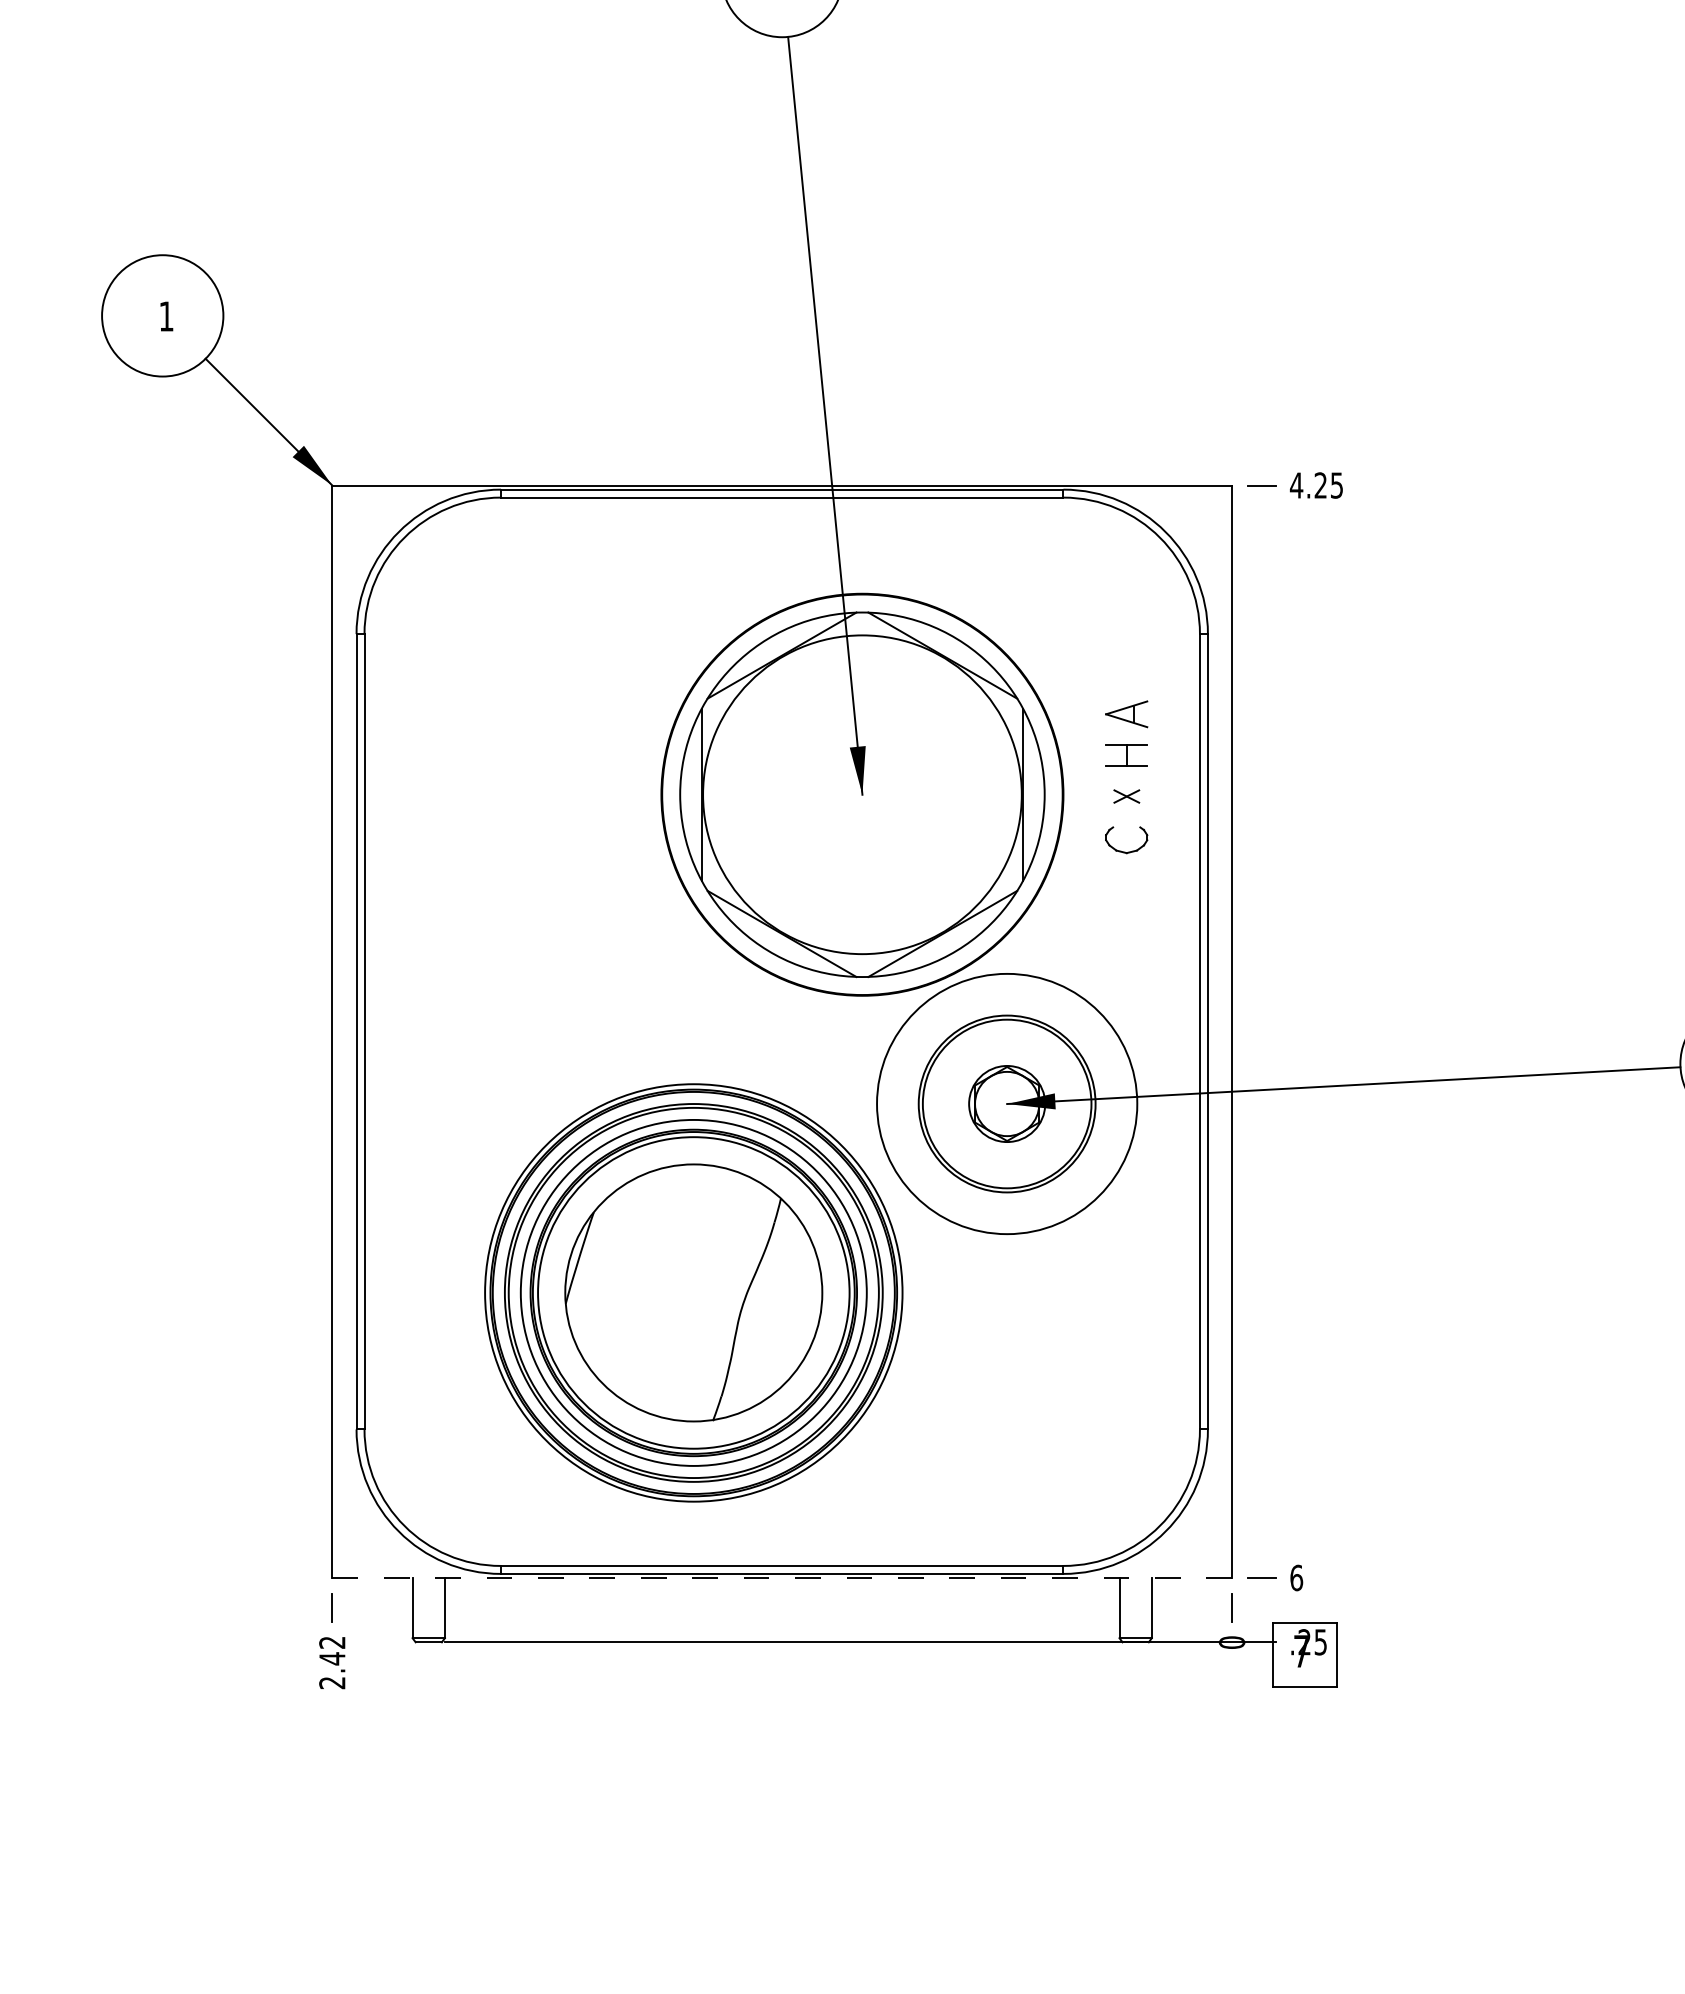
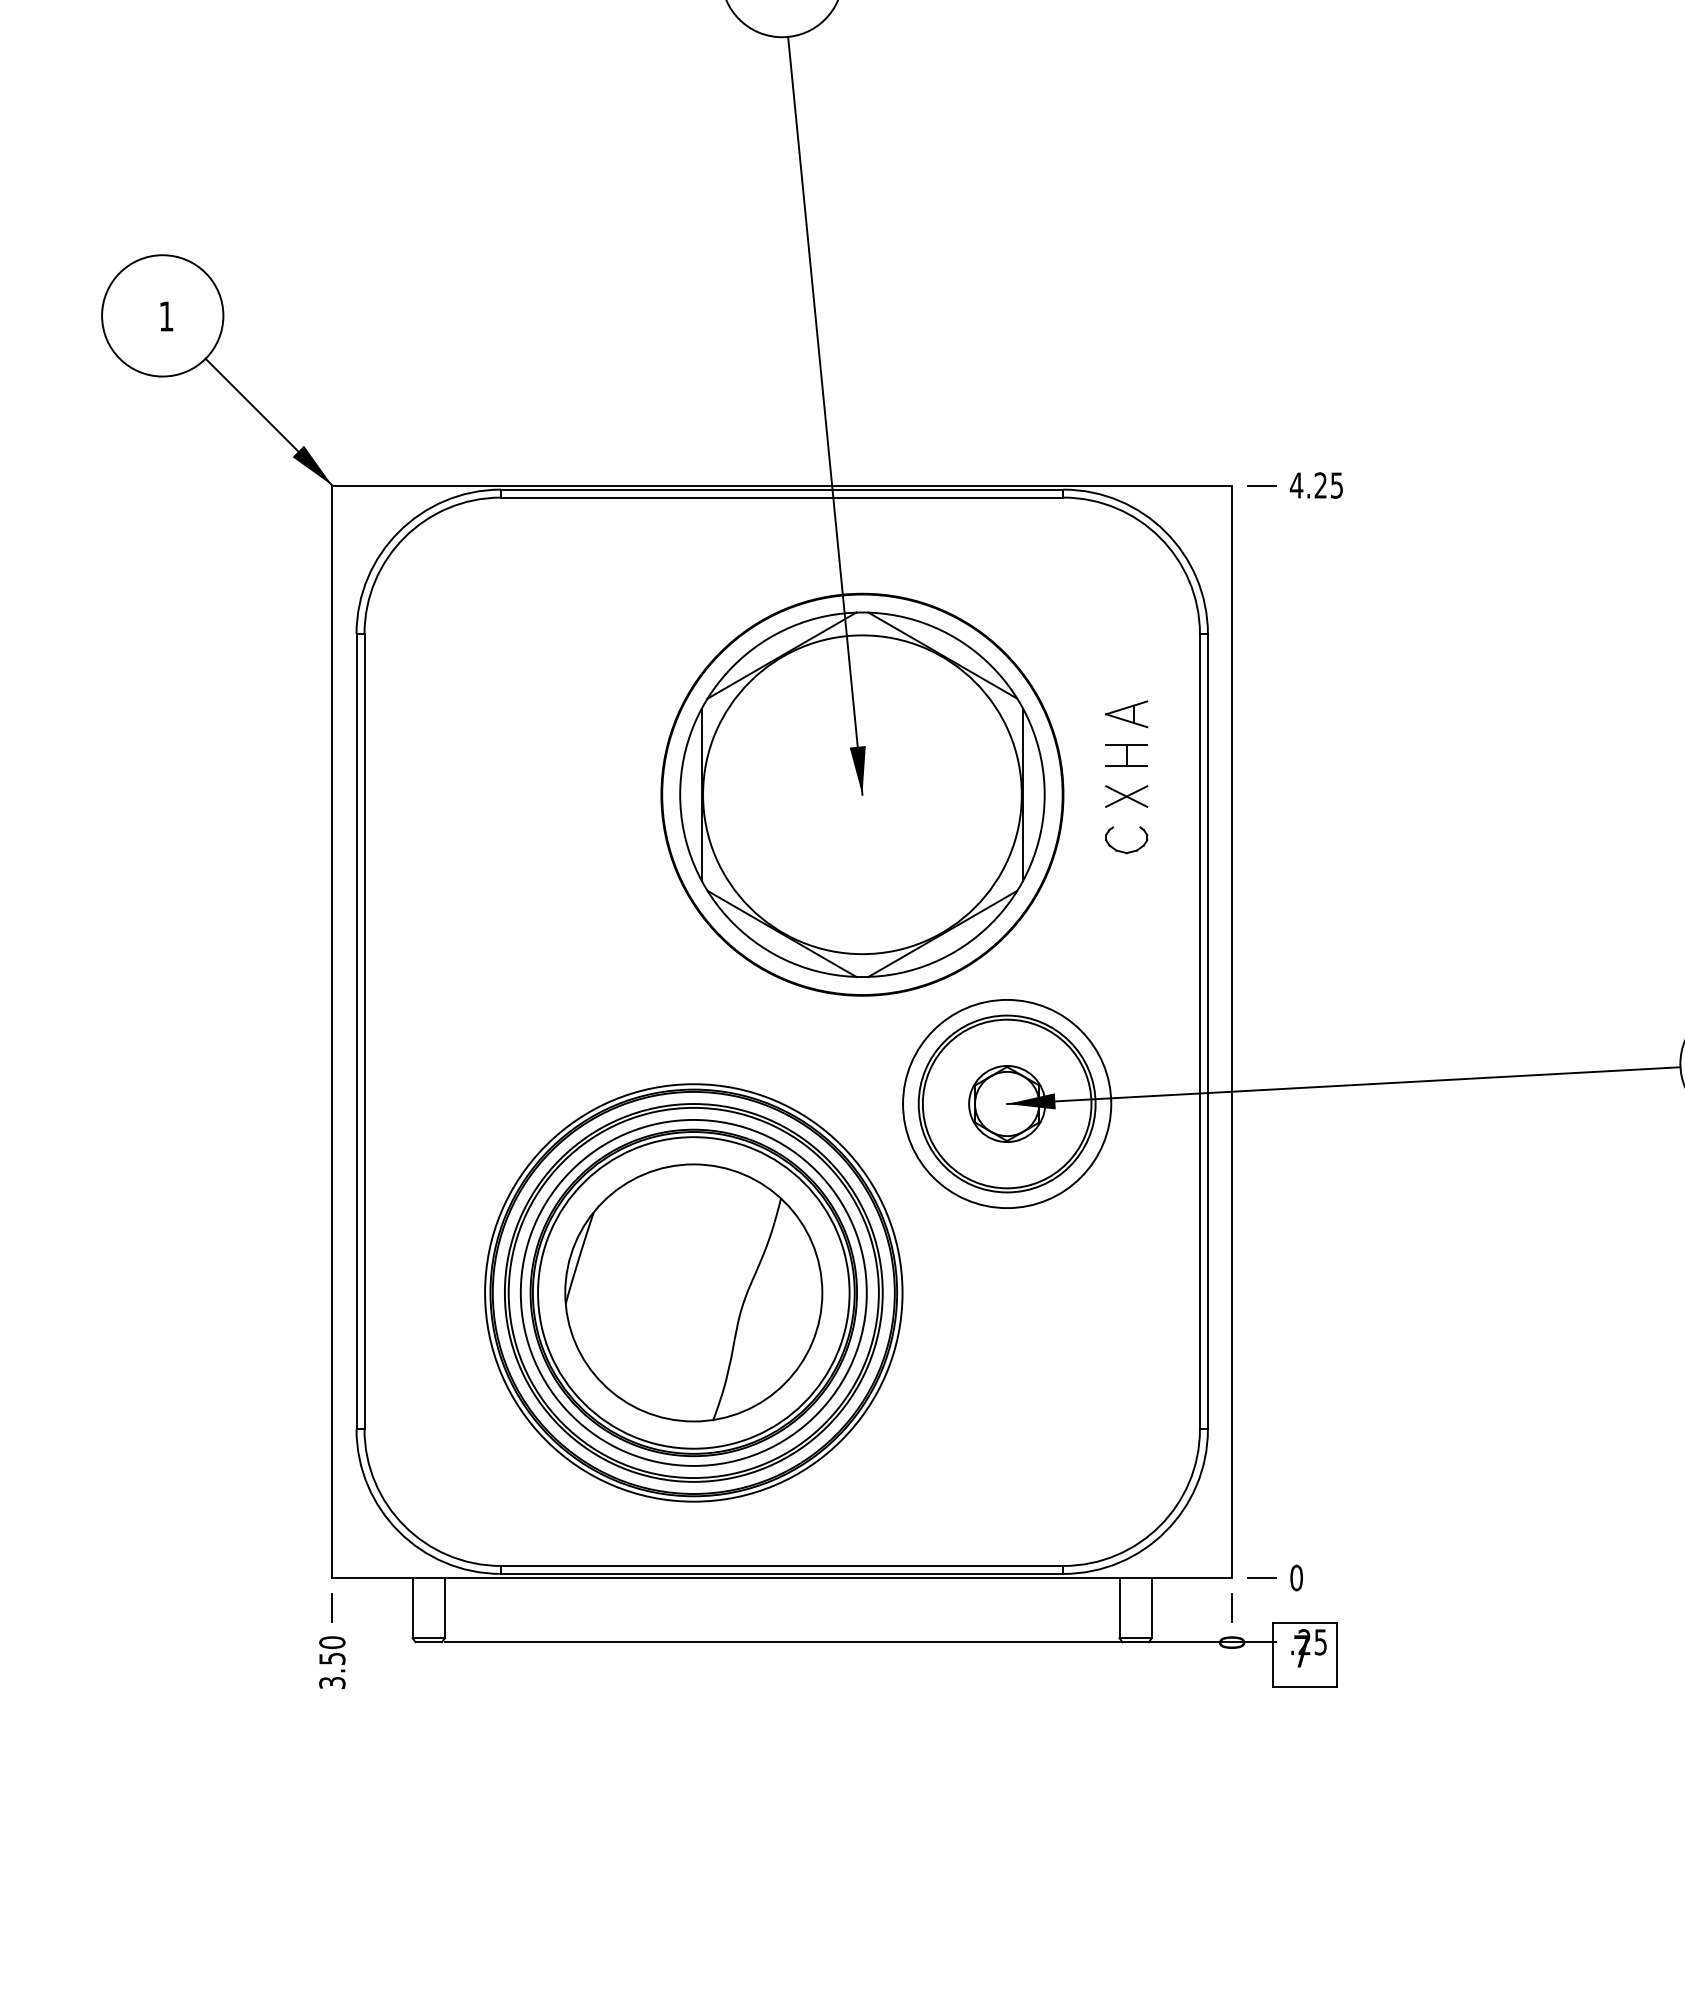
part at (1126, 796) size: 28x15 px -> 44x23 px
circle at (1007, 1103) diameter: 260 px -> 208 px
text at (1296, 1577): 6 -> 0
line at (782, 1578): dashed -> solid
text at (332, 1662): 2.42 -> 3.50
